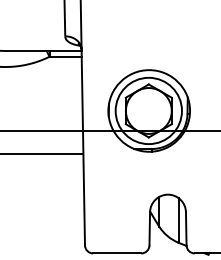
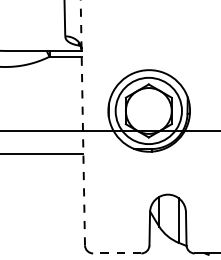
line at (82, 122): solid -> dashed
line at (116, 253): solid -> dashed
